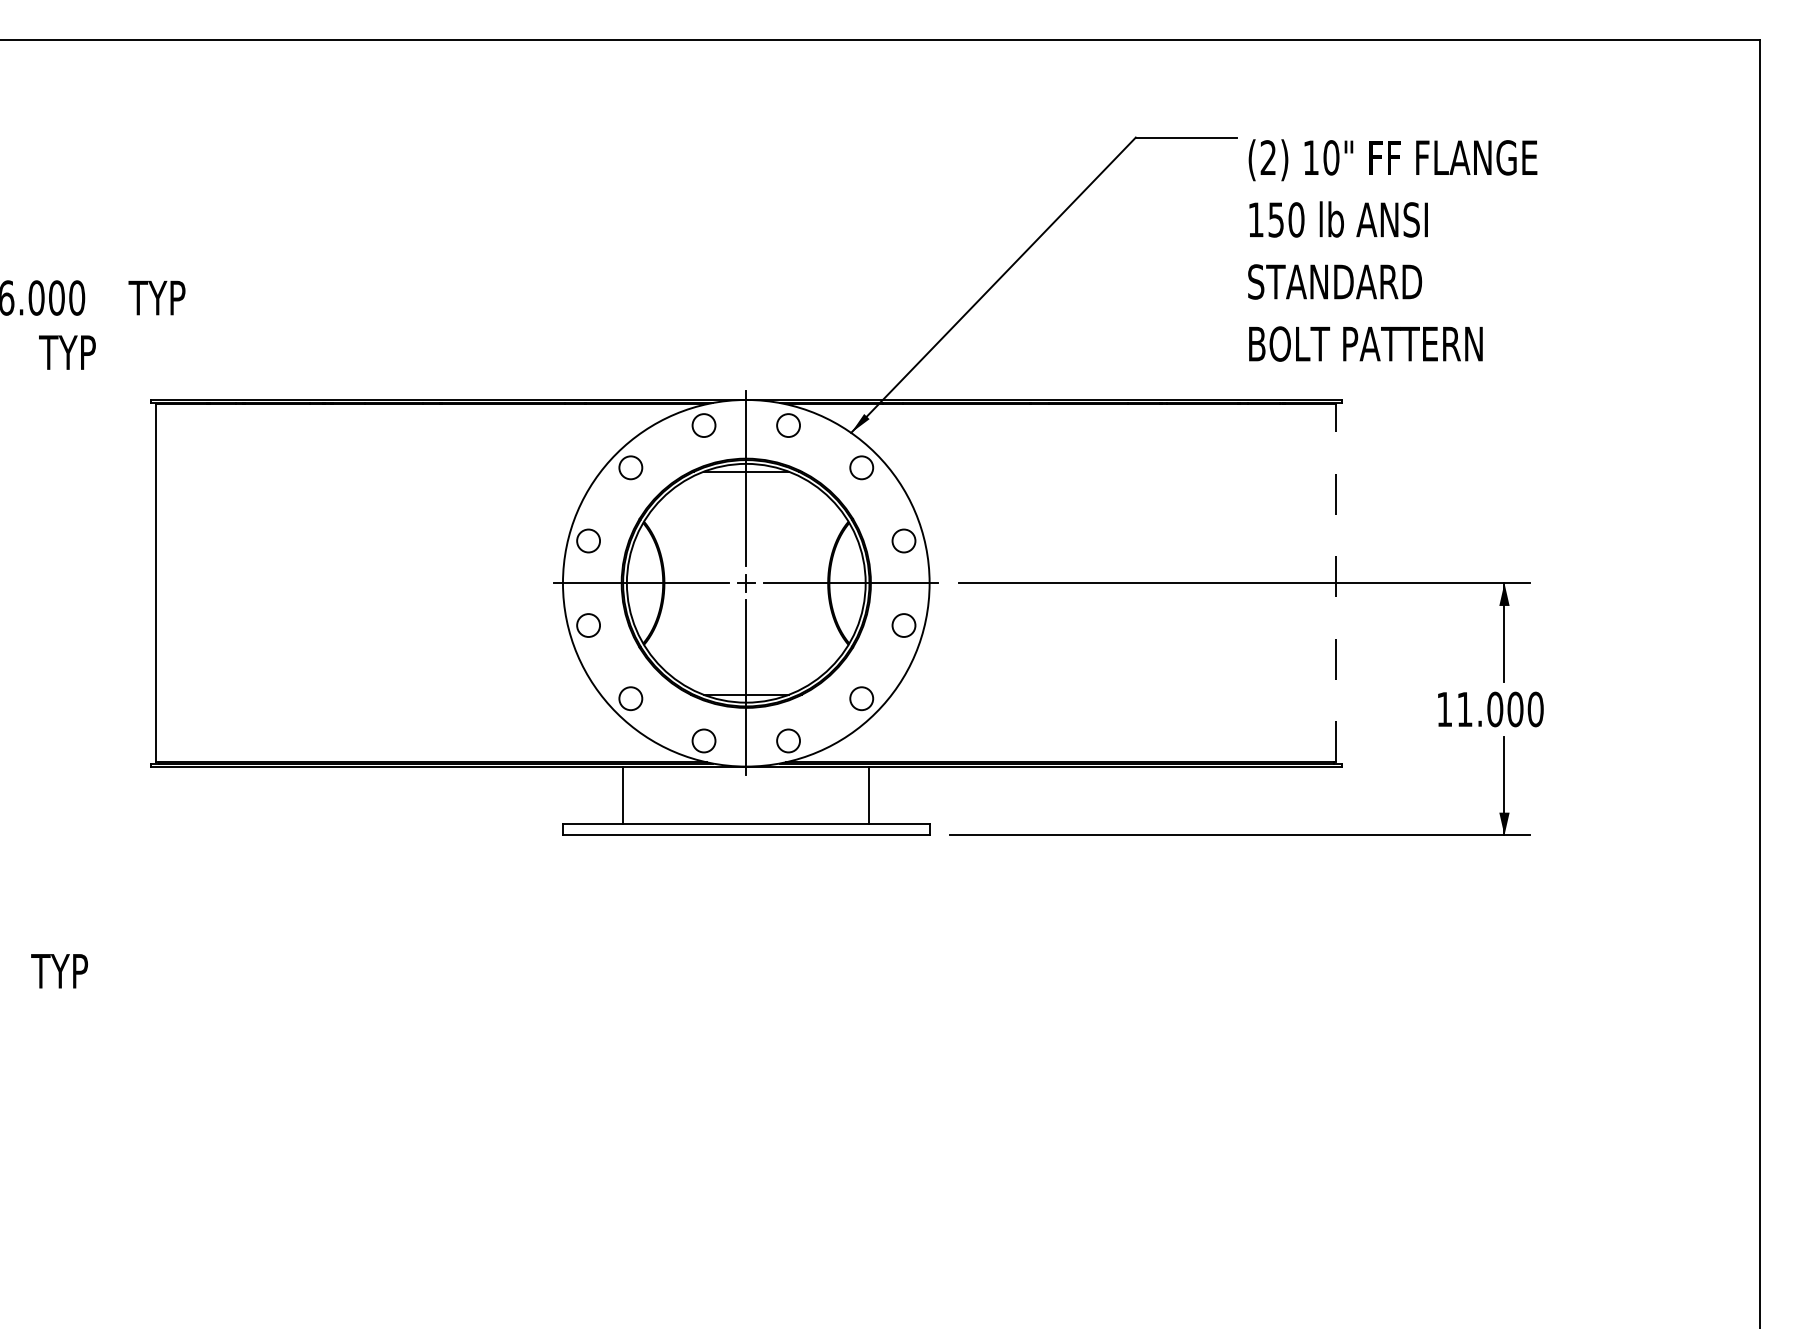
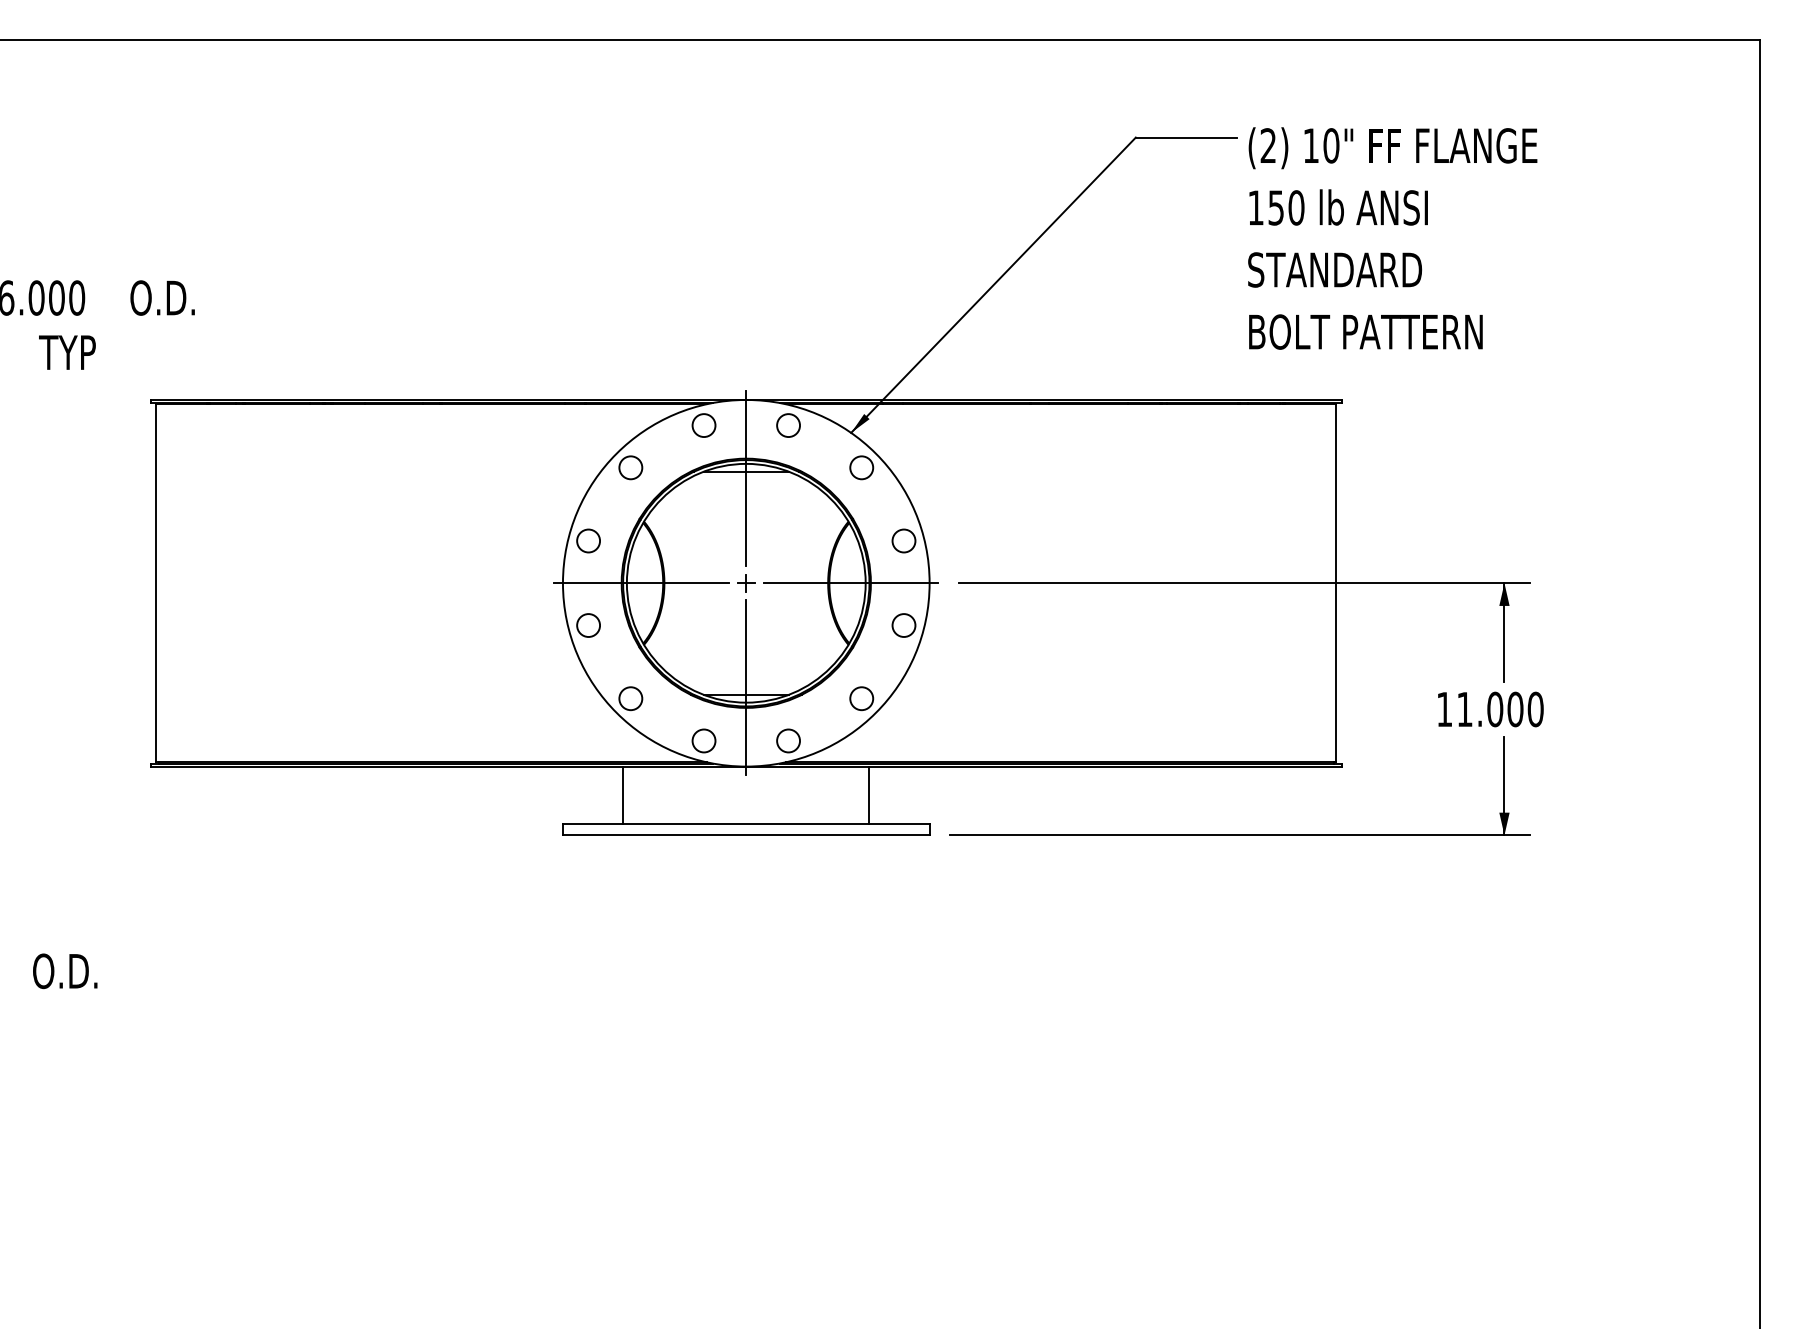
text at (1392, 250) position: (1392, 250) -> (1392, 238)
text at (161, 297): TYP -> O.D.
line at (1336, 582): dashed -> solid
text at (64, 971): TYP -> O.D.
